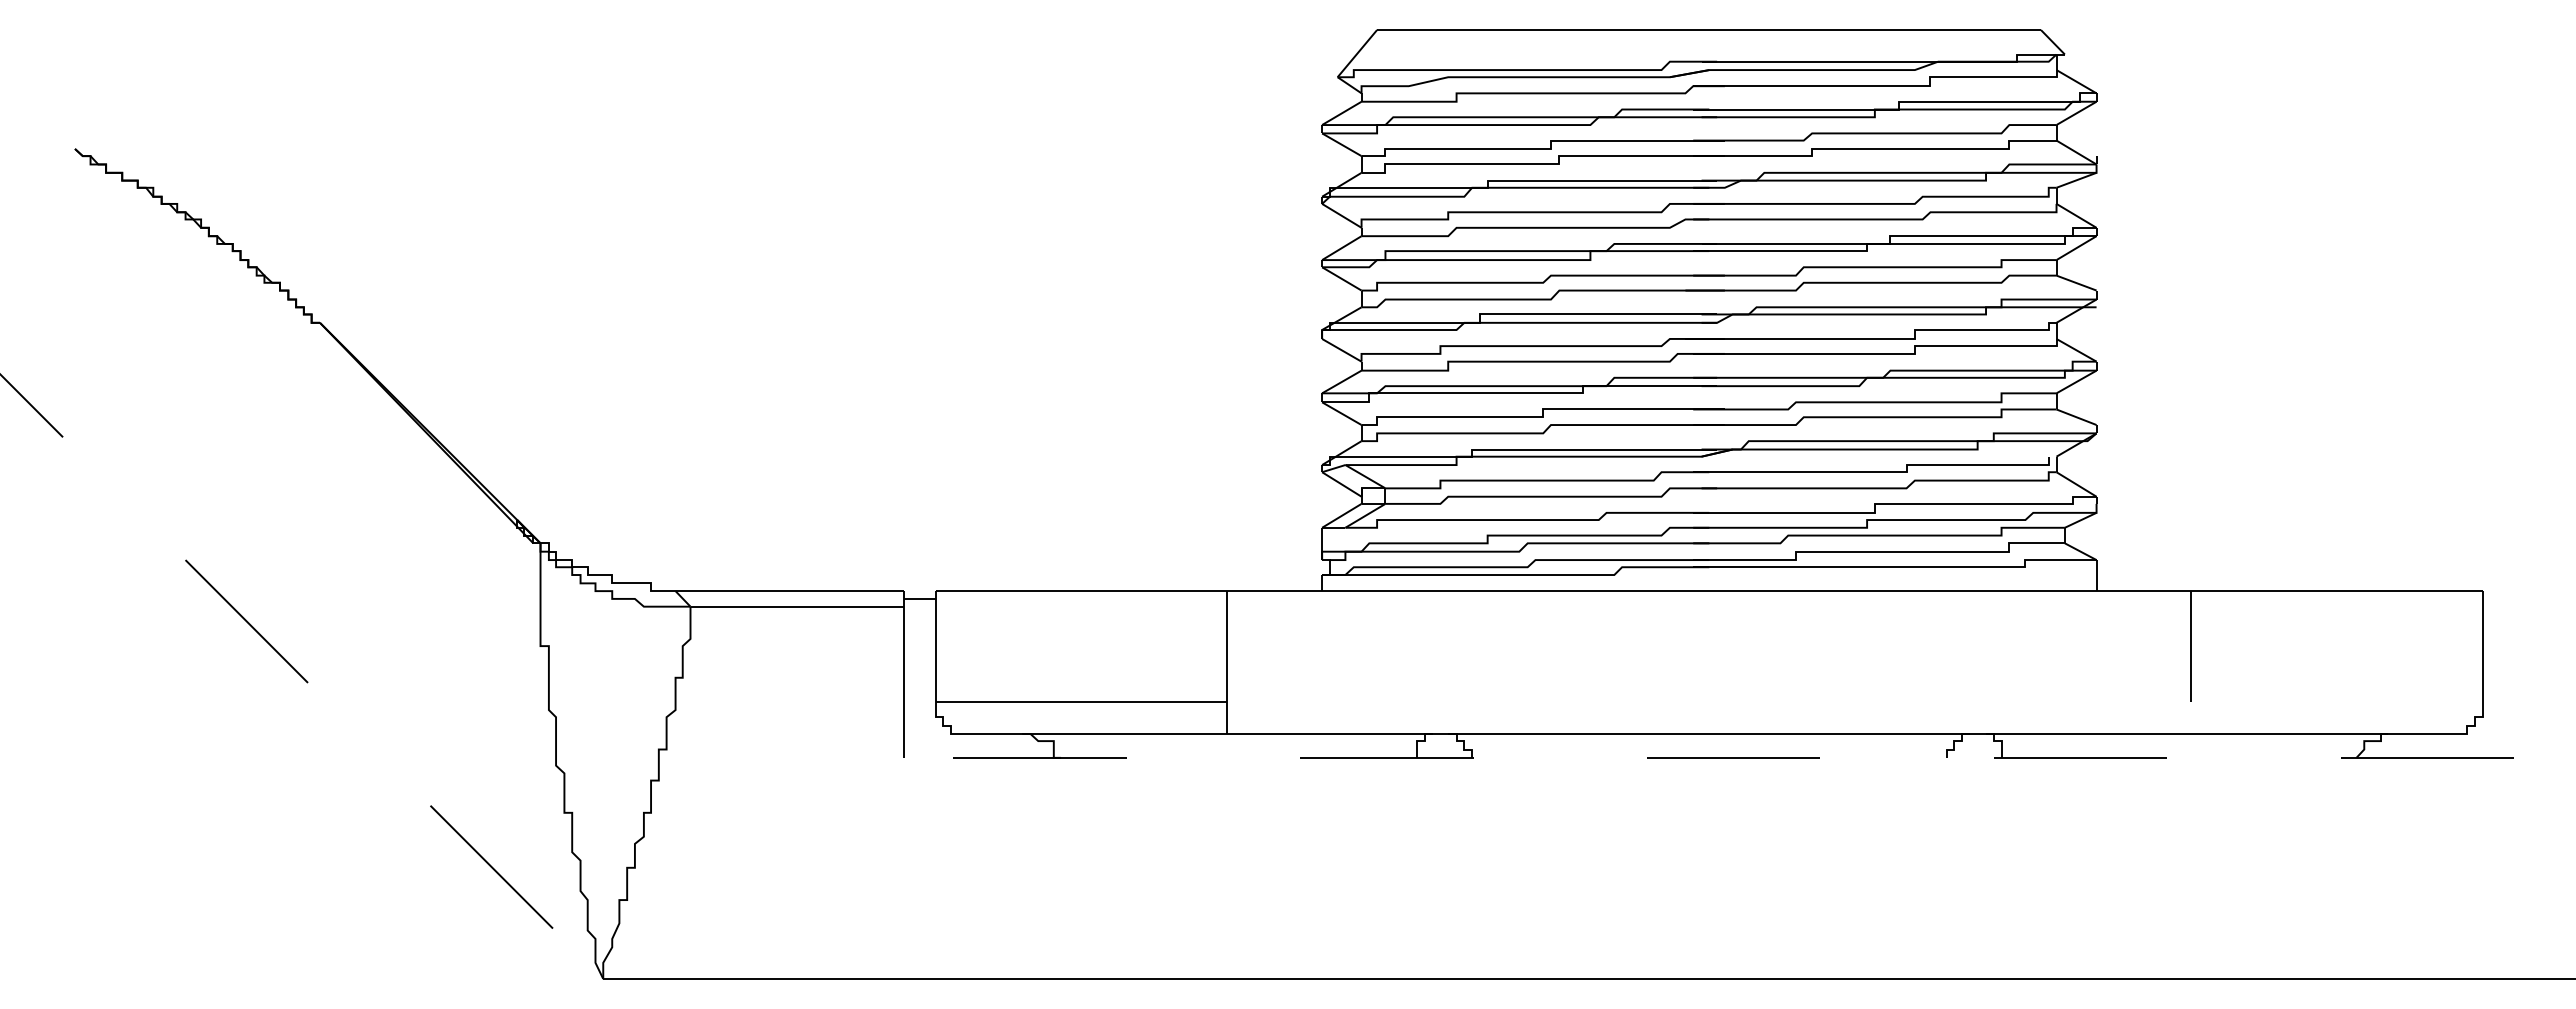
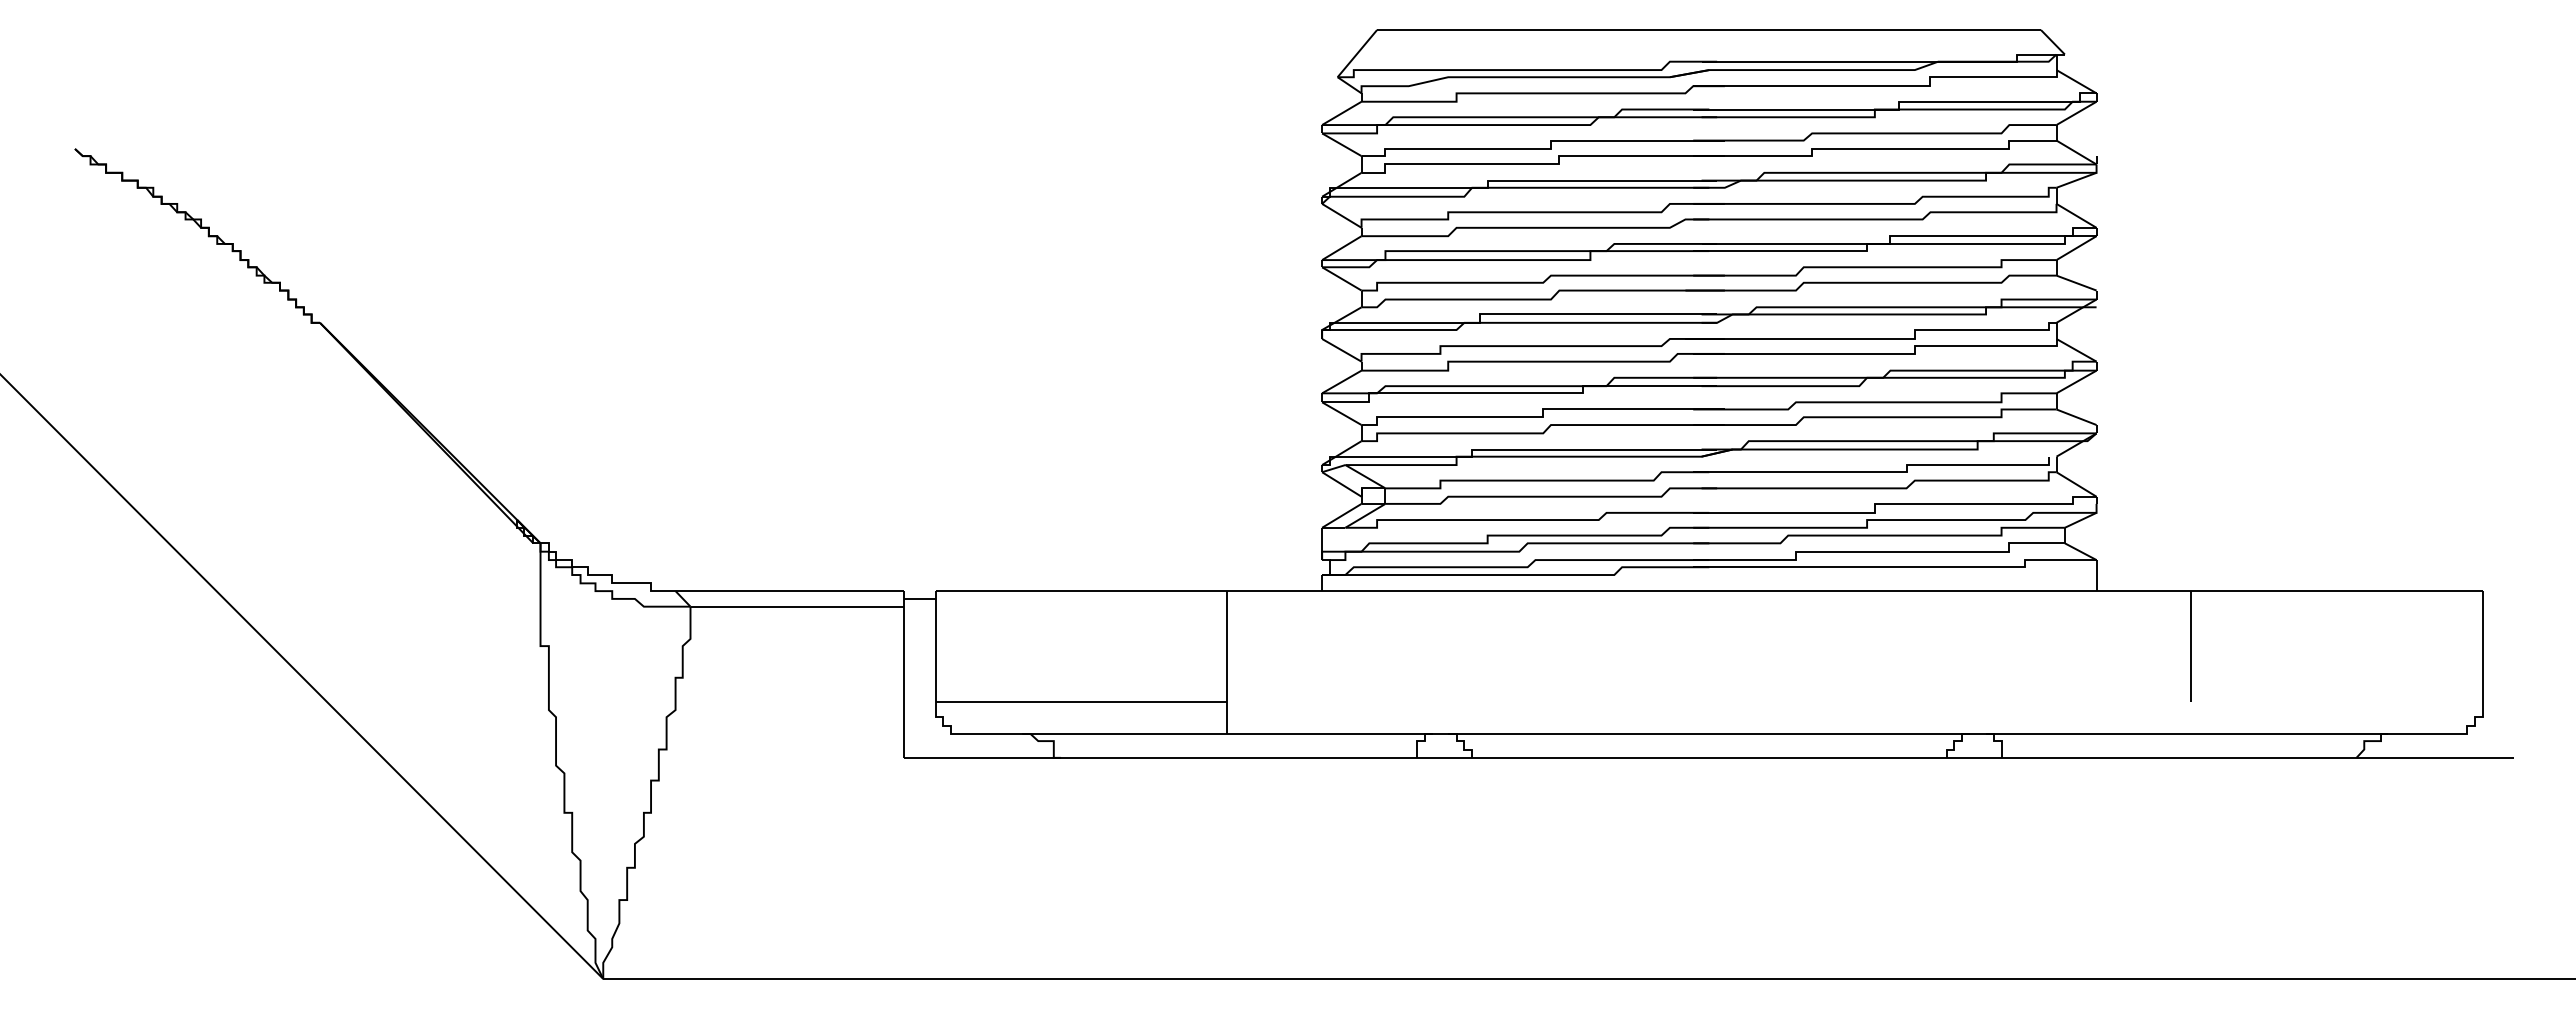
line at (301, 676): dashed -> solid
line at (1708, 757): dashed -> solid
